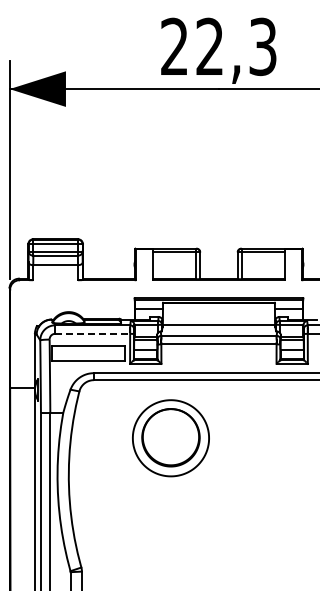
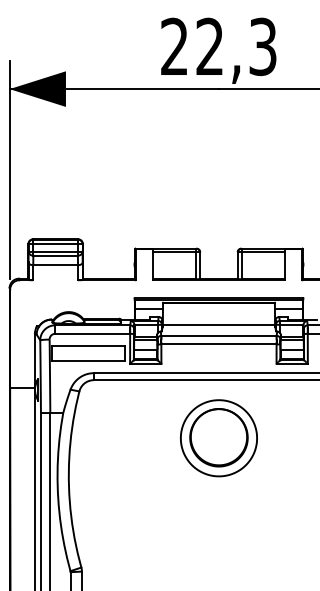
line at (93, 333): dashed -> solid
part at (170, 438) position: (170, 438) -> (218, 438)
